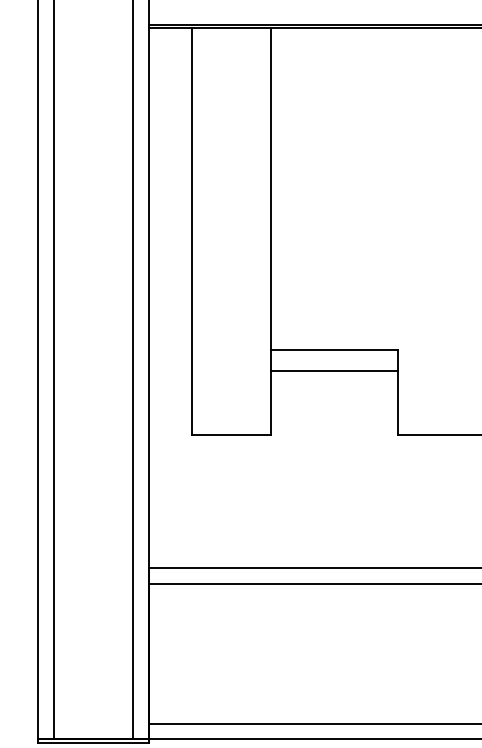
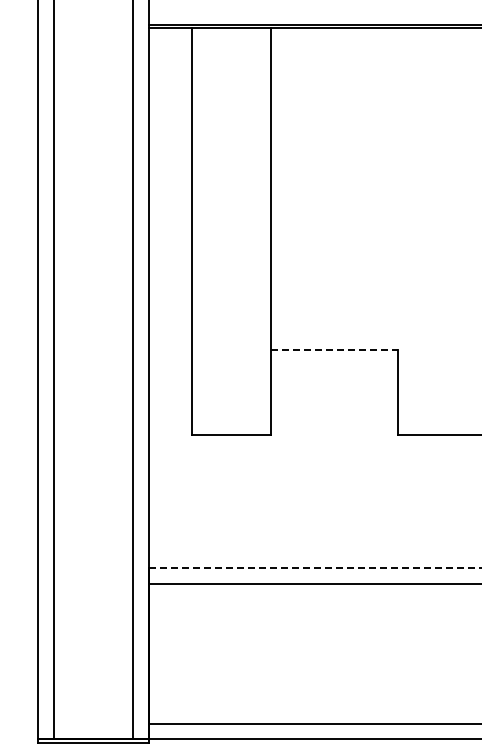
line at (334, 350): solid -> dashed
line at (334, 371): present -> none
line at (314, 567): solid -> dashed
